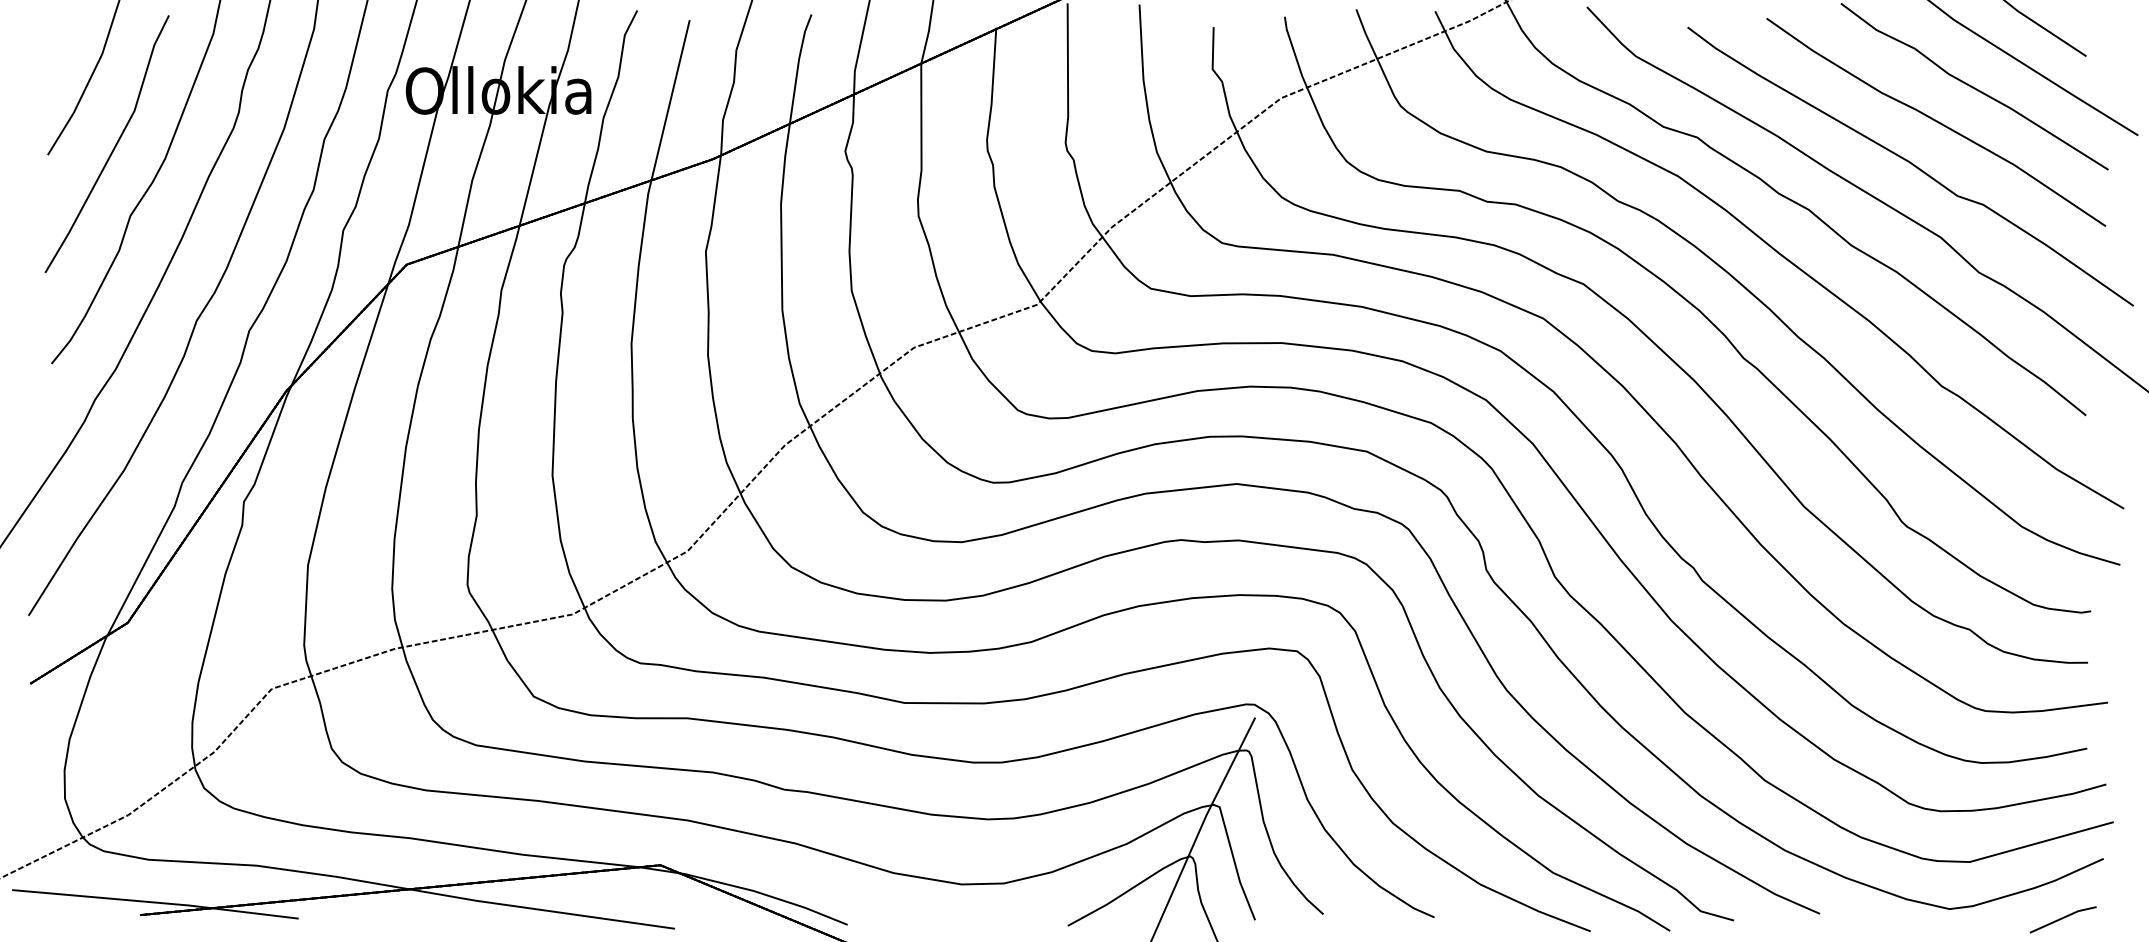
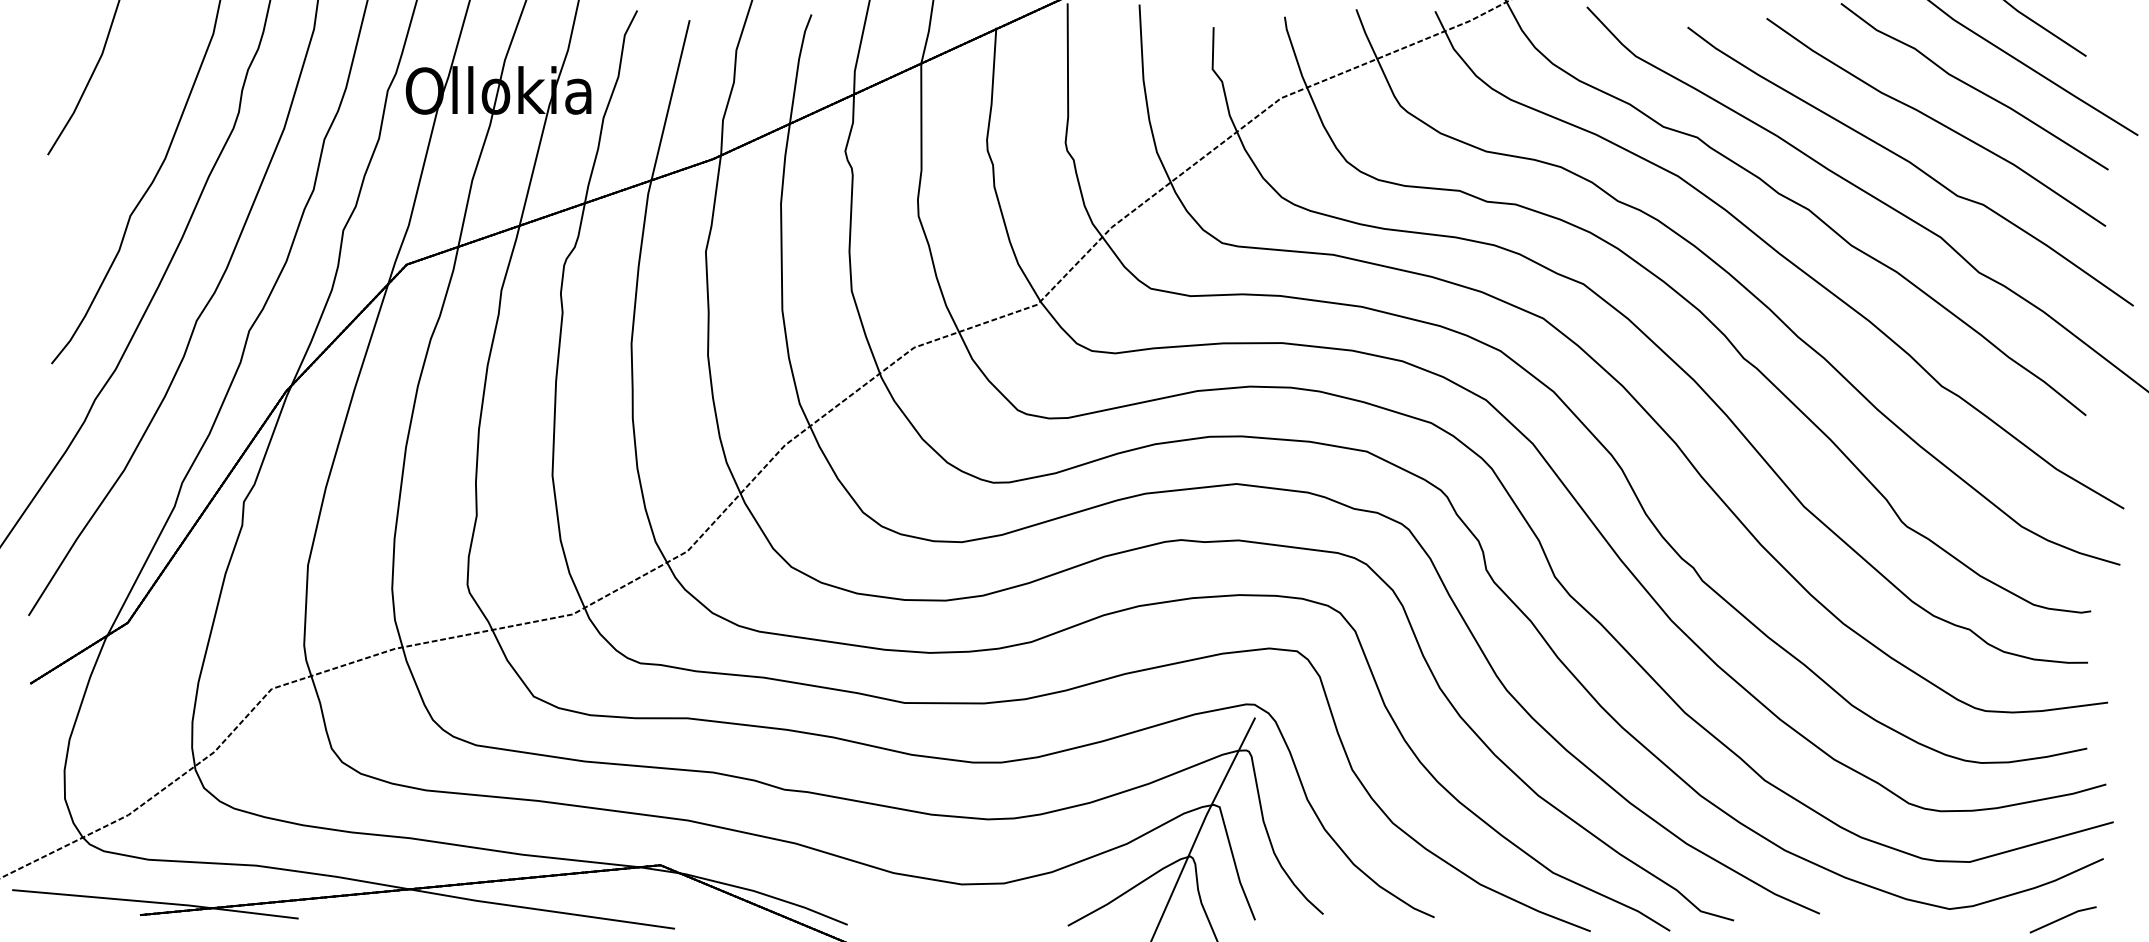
line at (113, 147): present -> none
